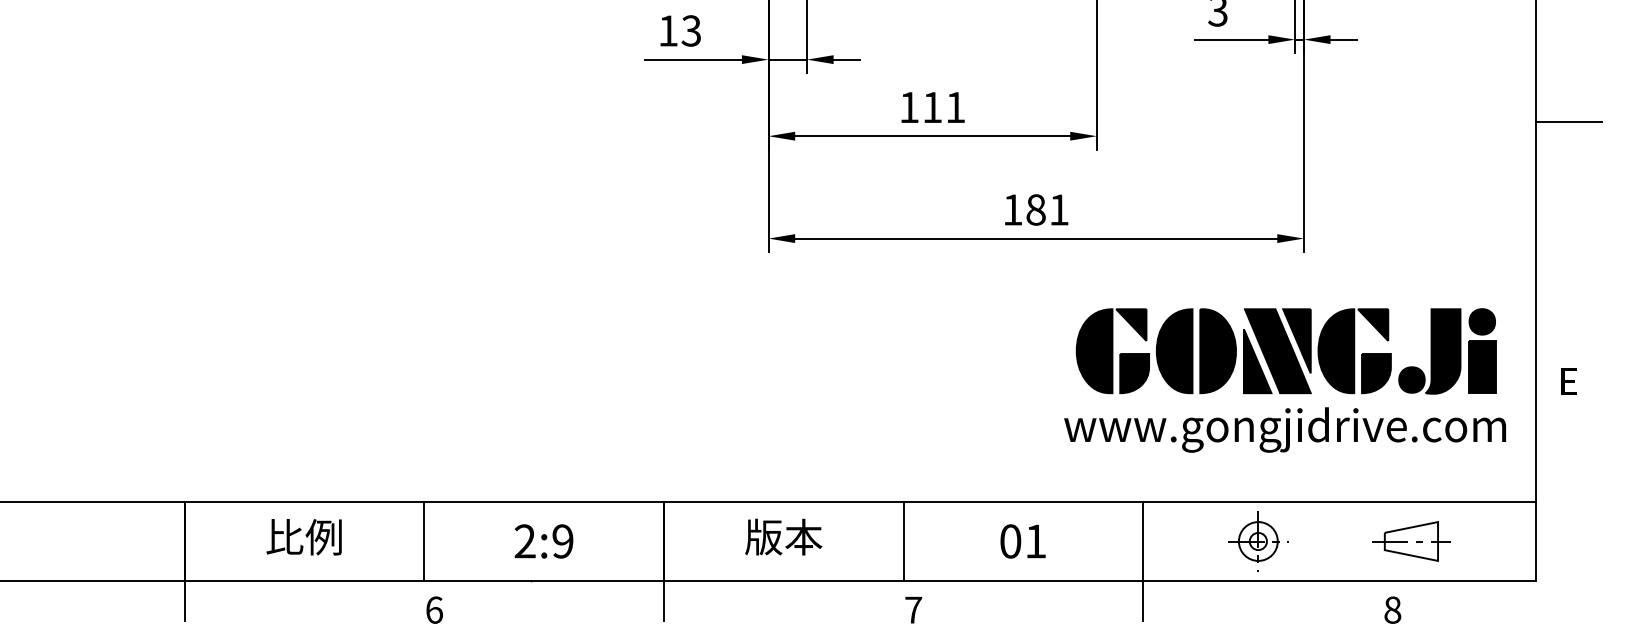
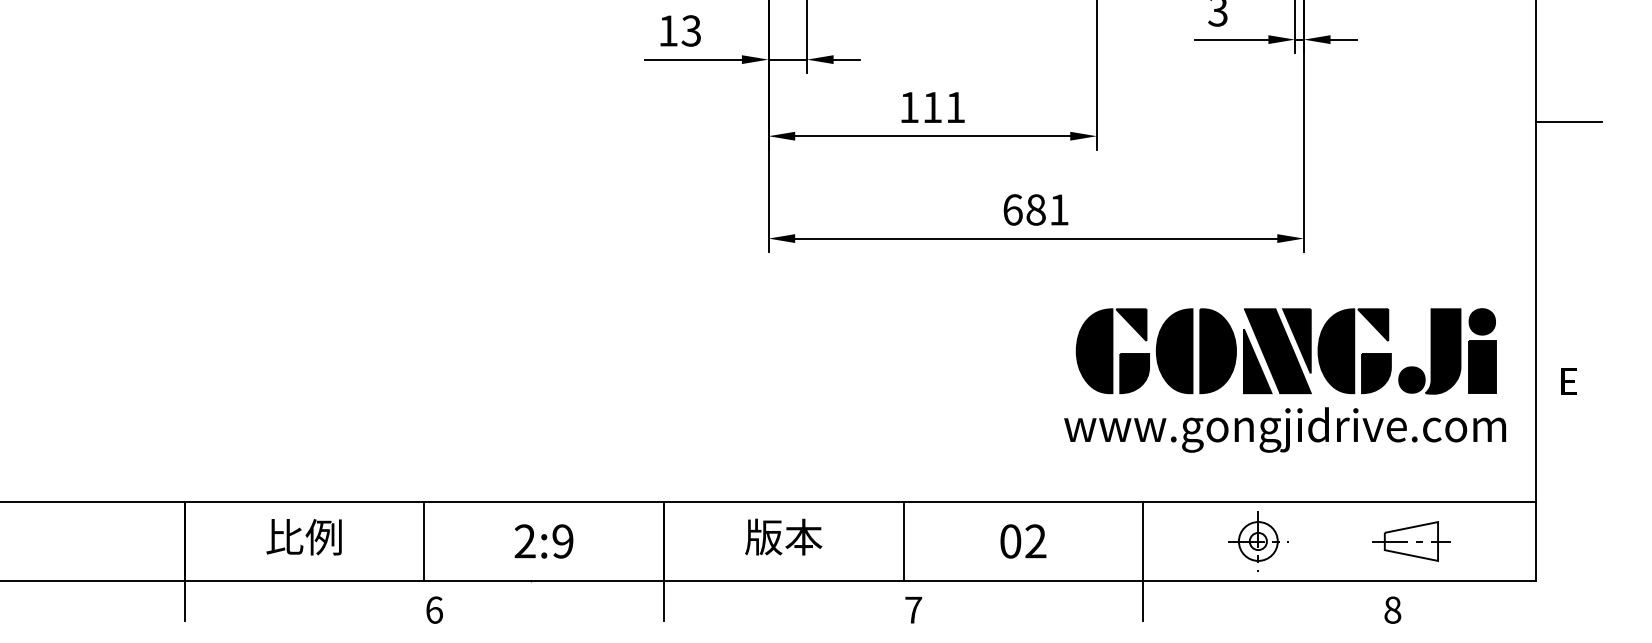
text at (1012, 209): 181 -> 681
text at (1035, 541): 01 -> 02
